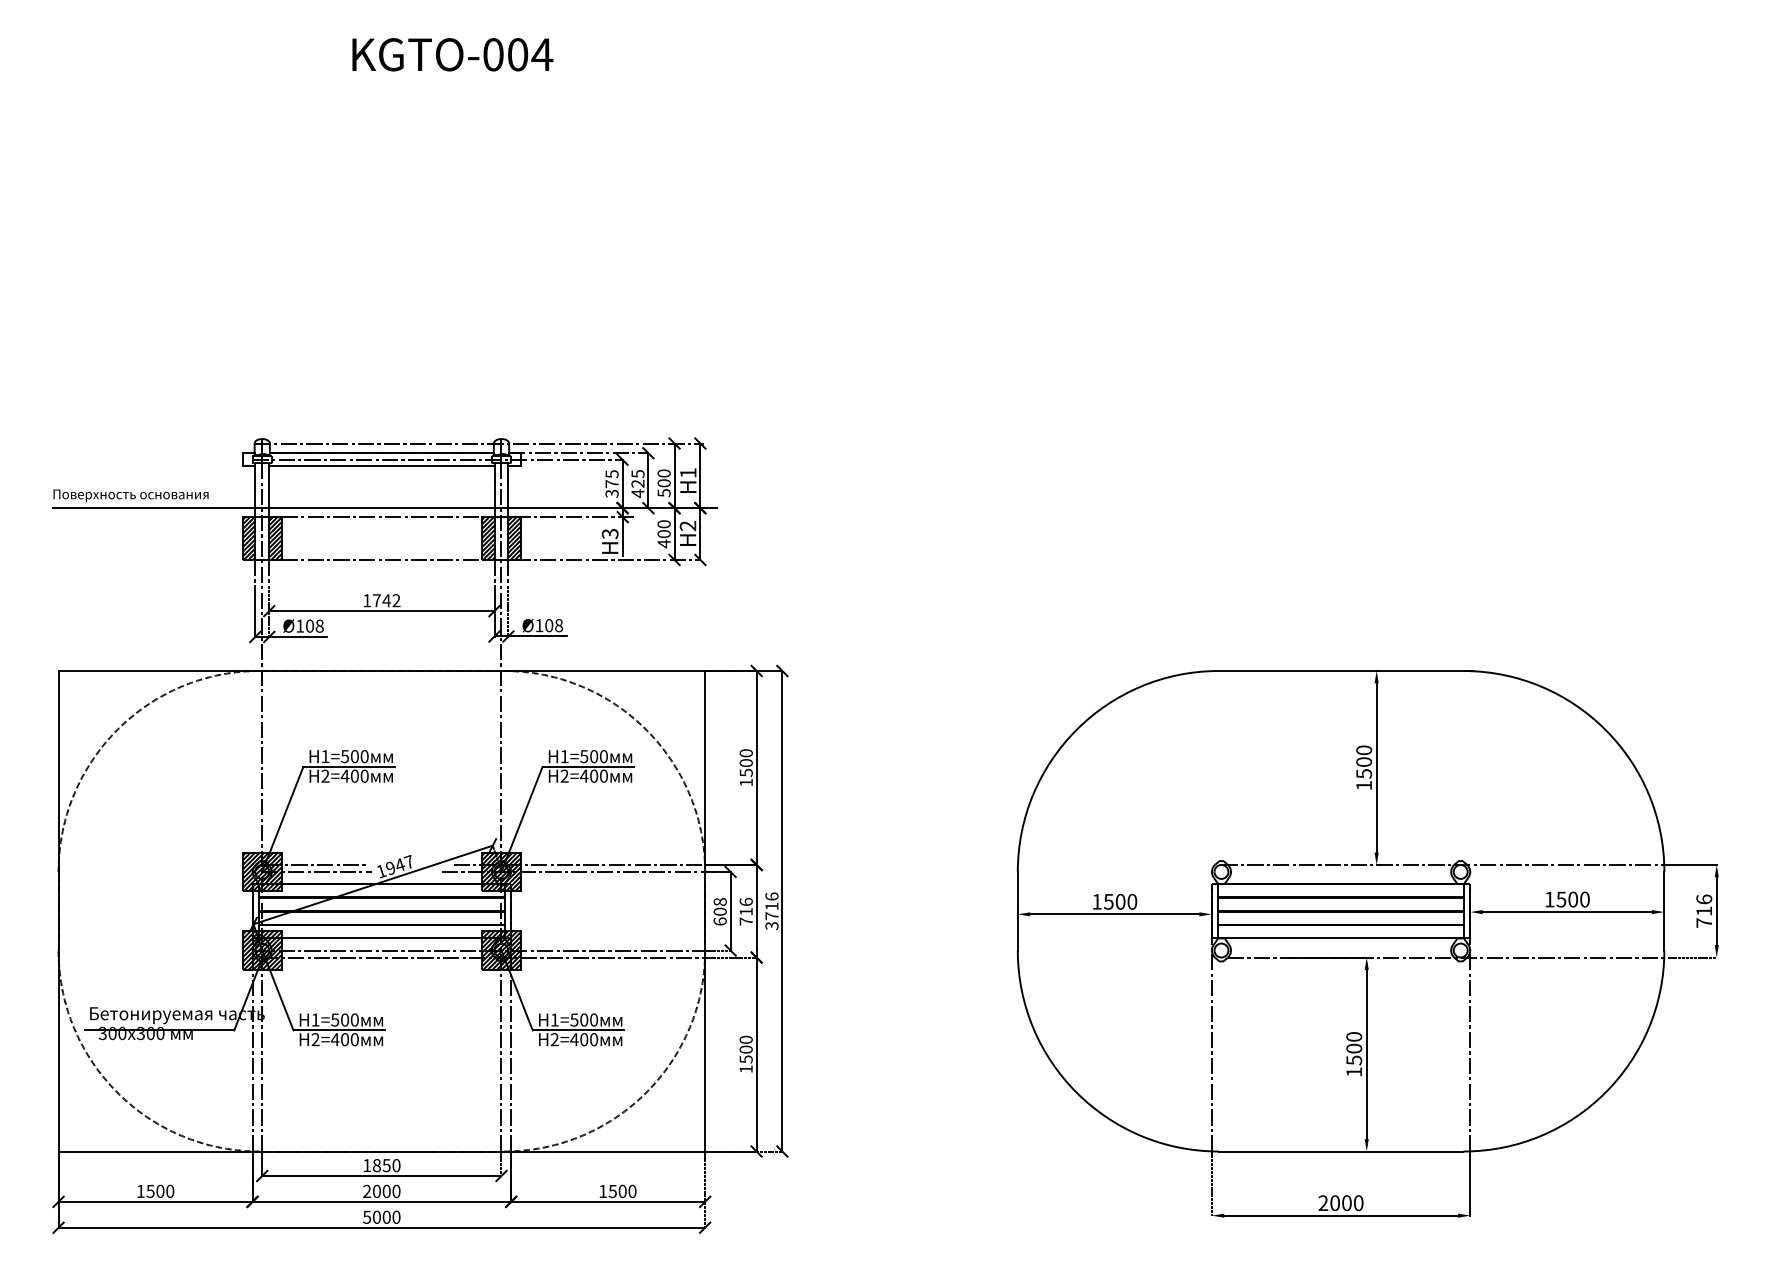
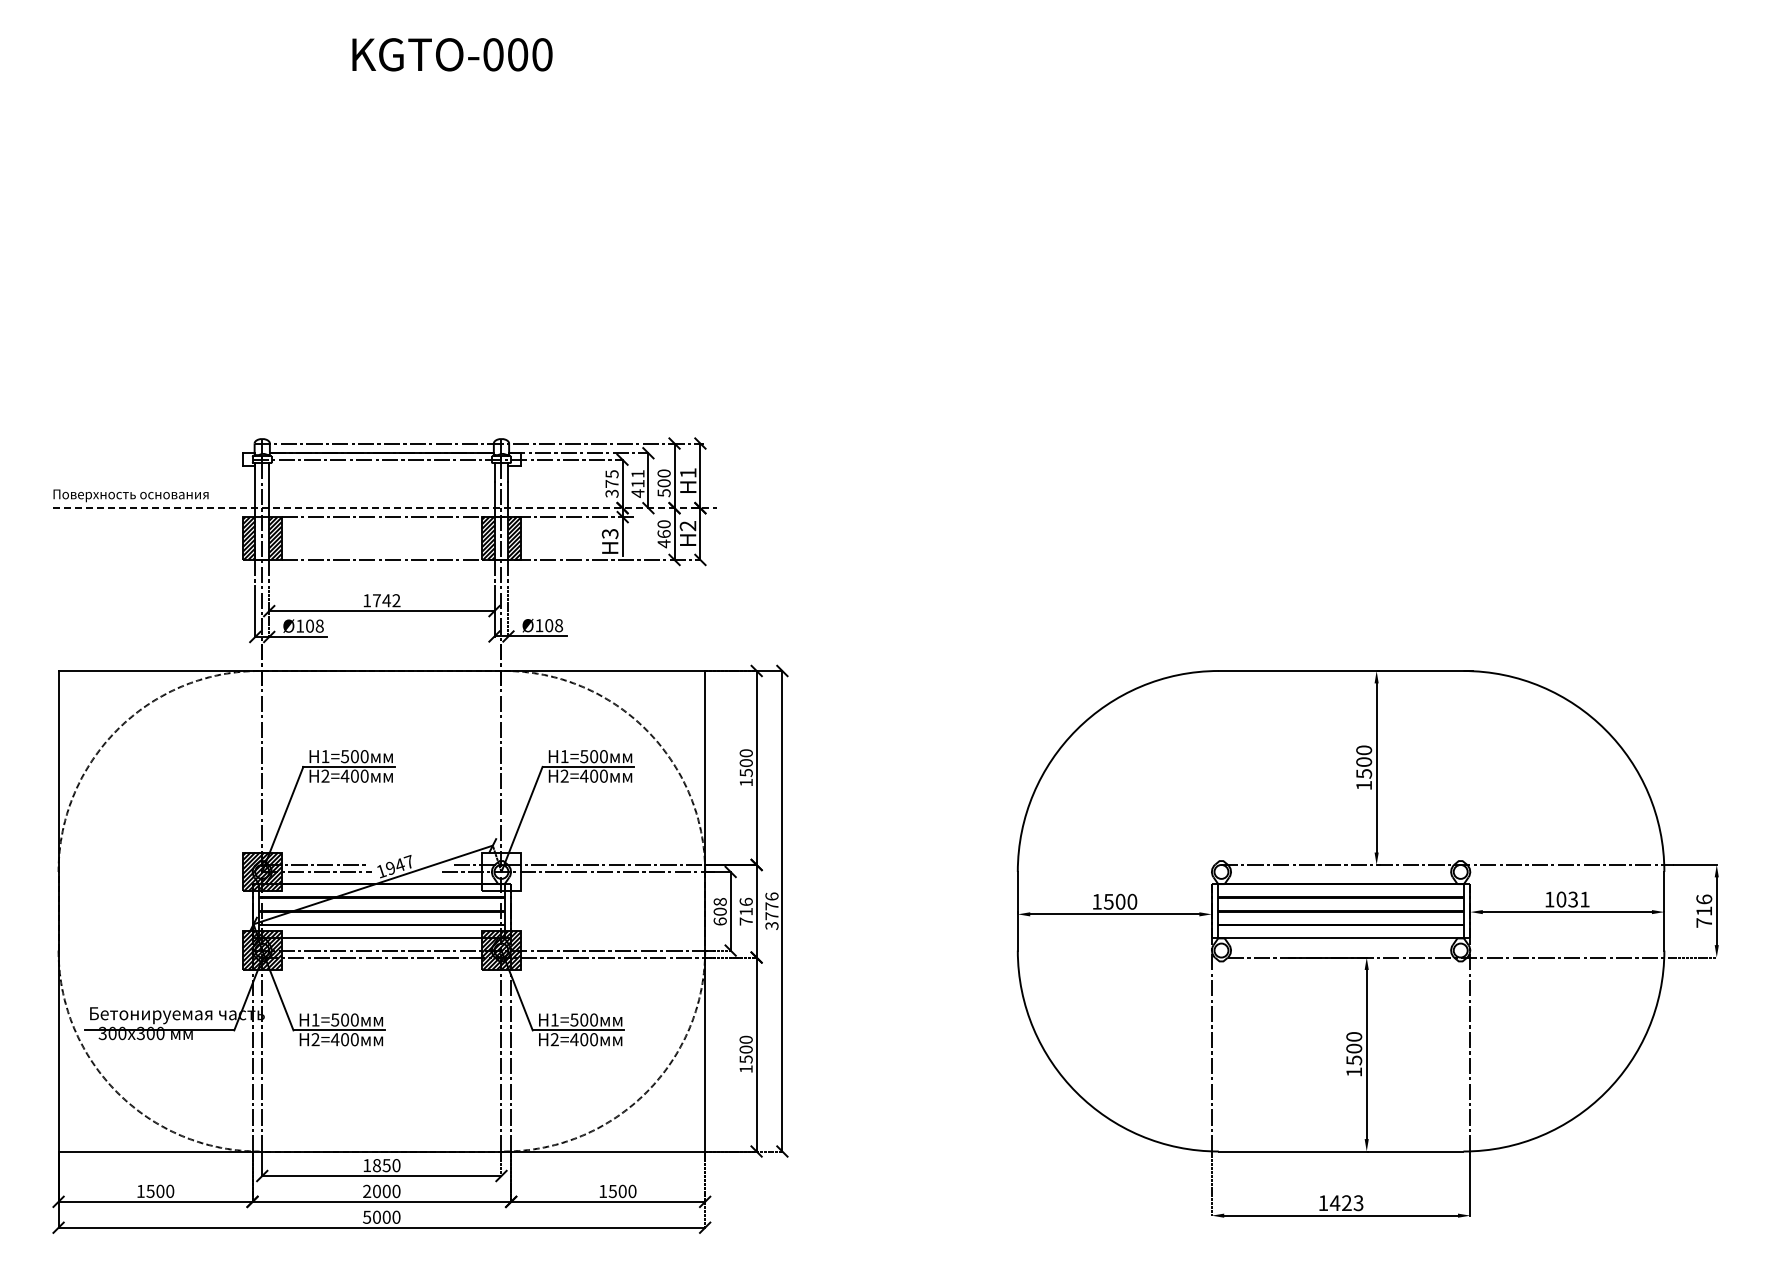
text at (542, 54): KGTO-004 -> KGTO-000
line at (381, 466): present -> none
text at (637, 478): 425 -> 411
line at (385, 508): solid -> dashed
text at (663, 533): 400 -> 460
hatch at (501, 871): present -> none
text at (1572, 899): 1500 -> 1031
text at (771, 906): 3716 -> 3776
text at (1340, 1203): 2000 -> 1423
